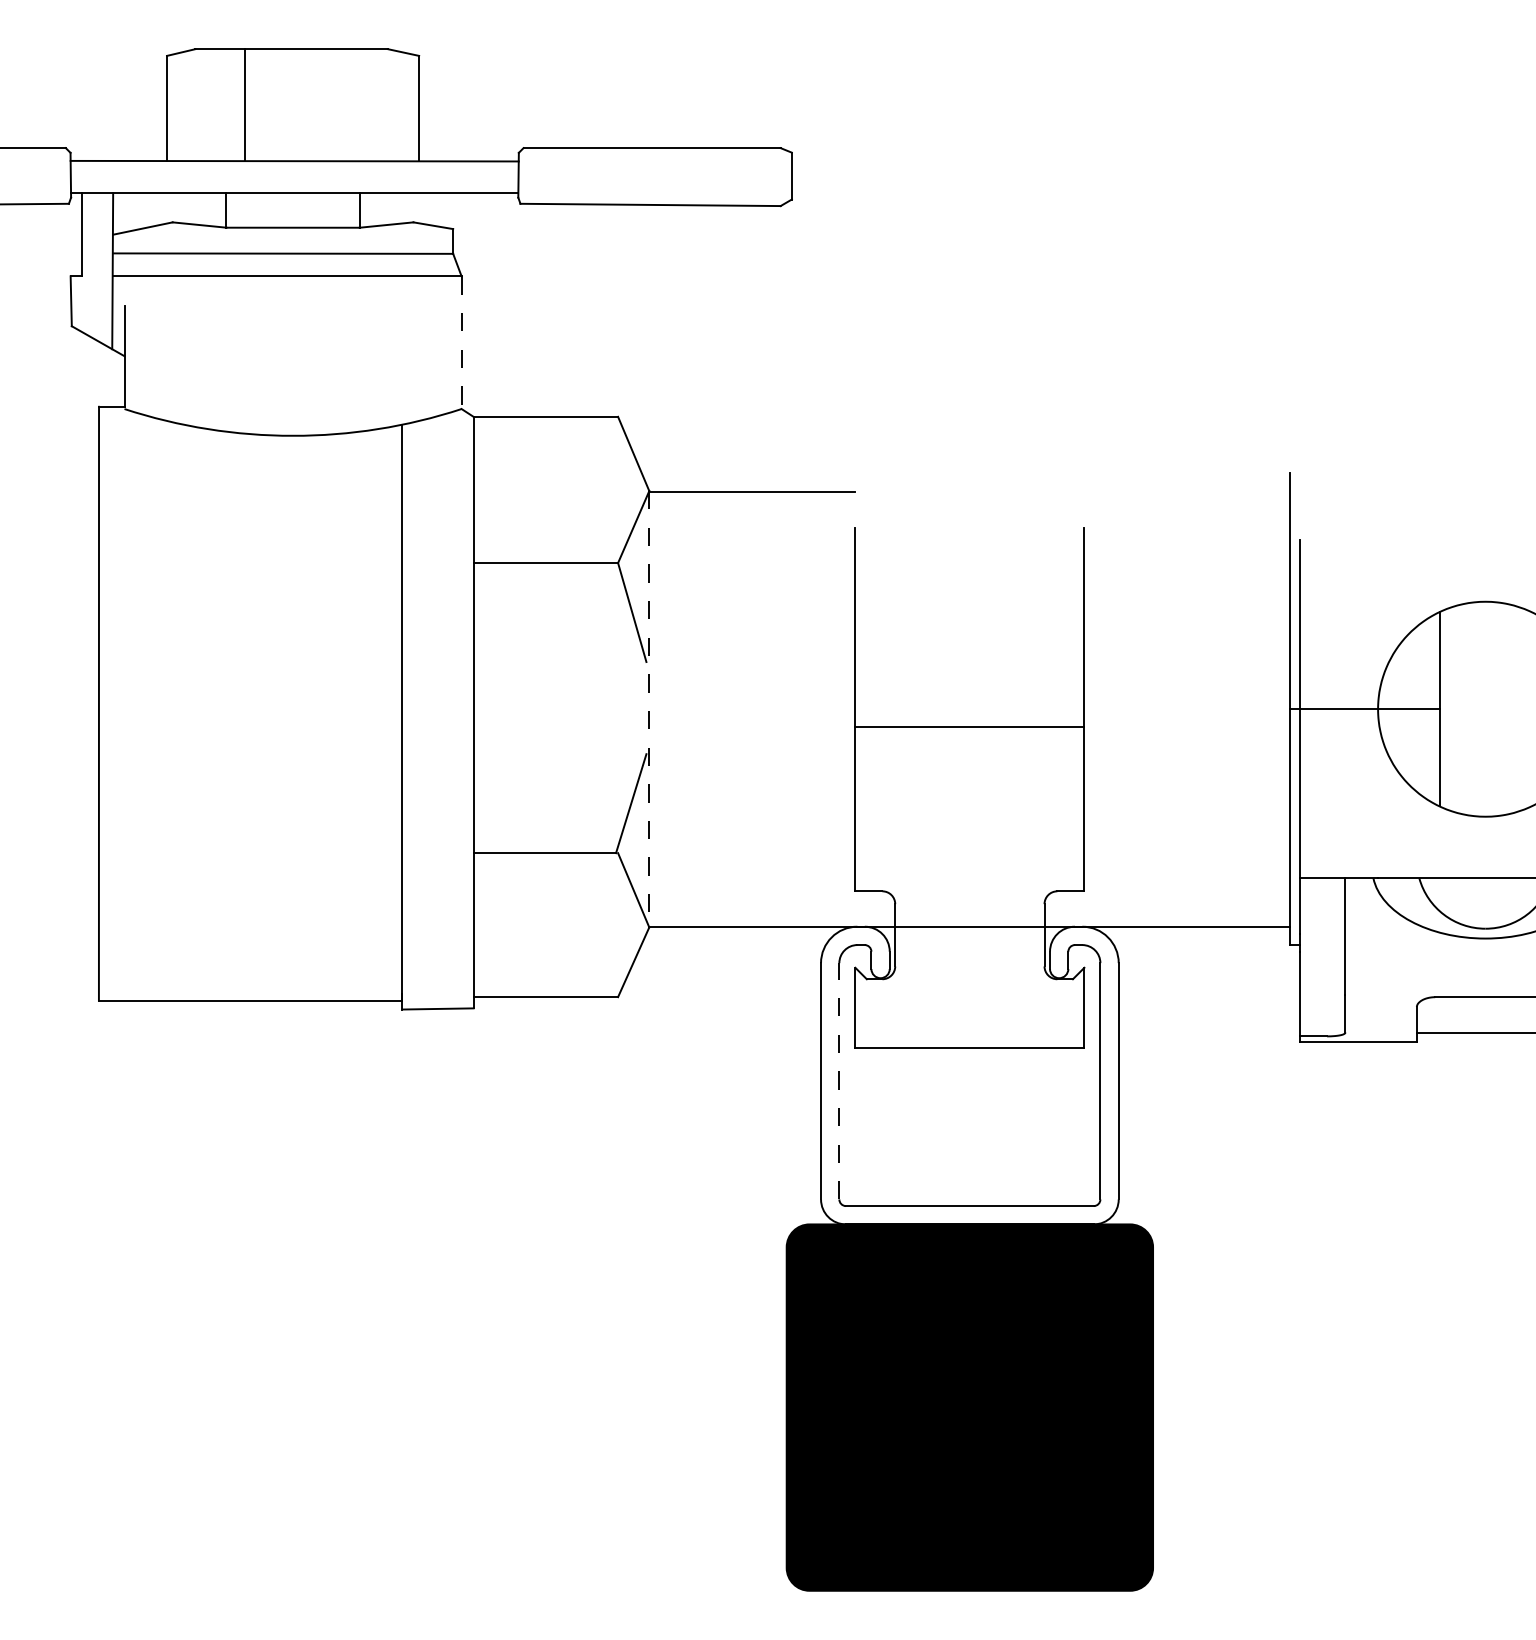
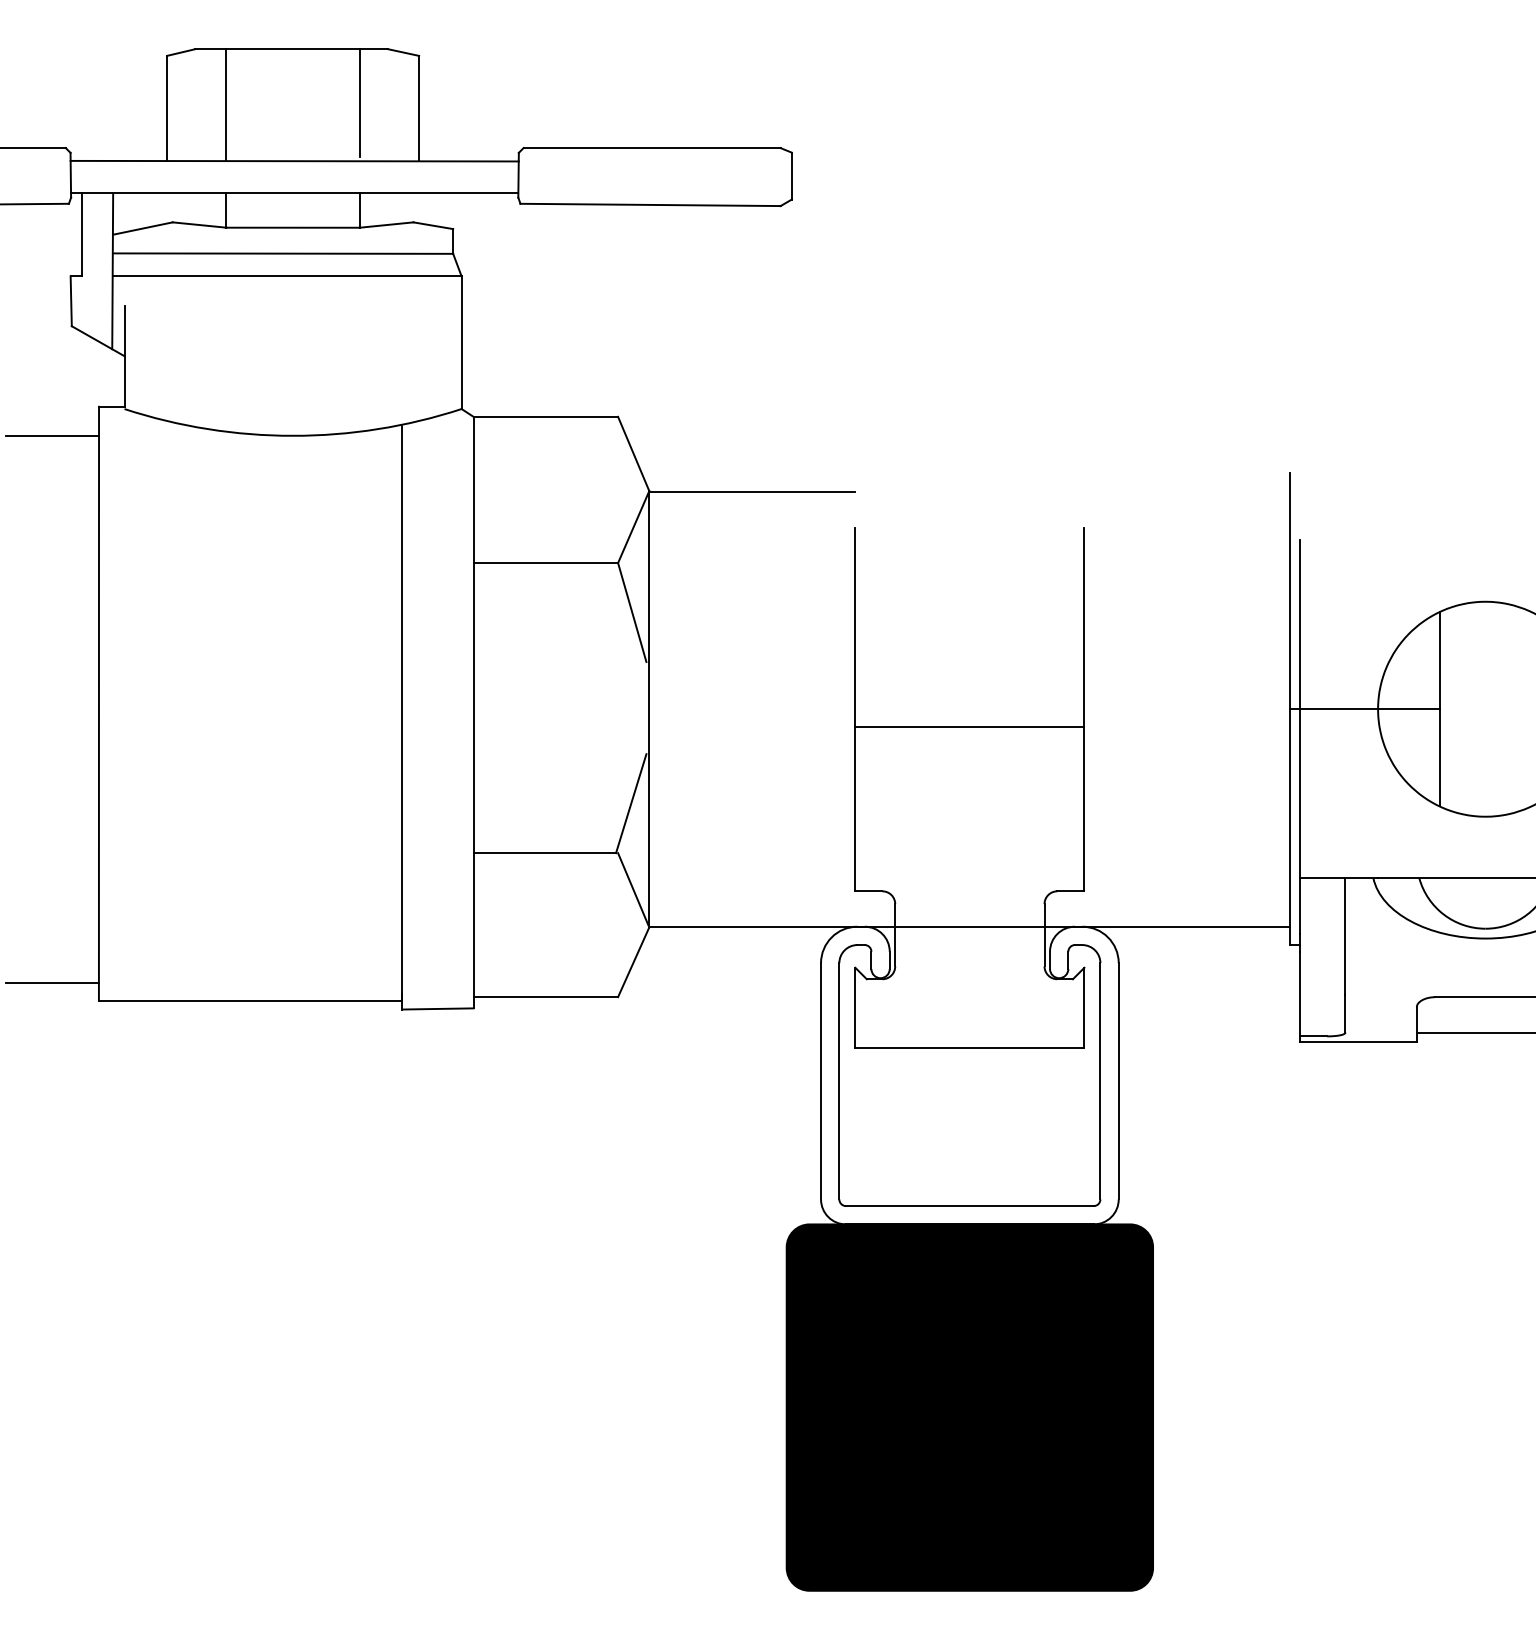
line at (359, 103): none -> present
line at (245, 105) position: (245, 105) -> (226, 105)
line at (461, 343): dashed -> solid
line at (52, 435): none -> present
line at (649, 709): dashed -> solid
line at (52, 982): none -> present
line at (839, 1080): dashed -> solid
